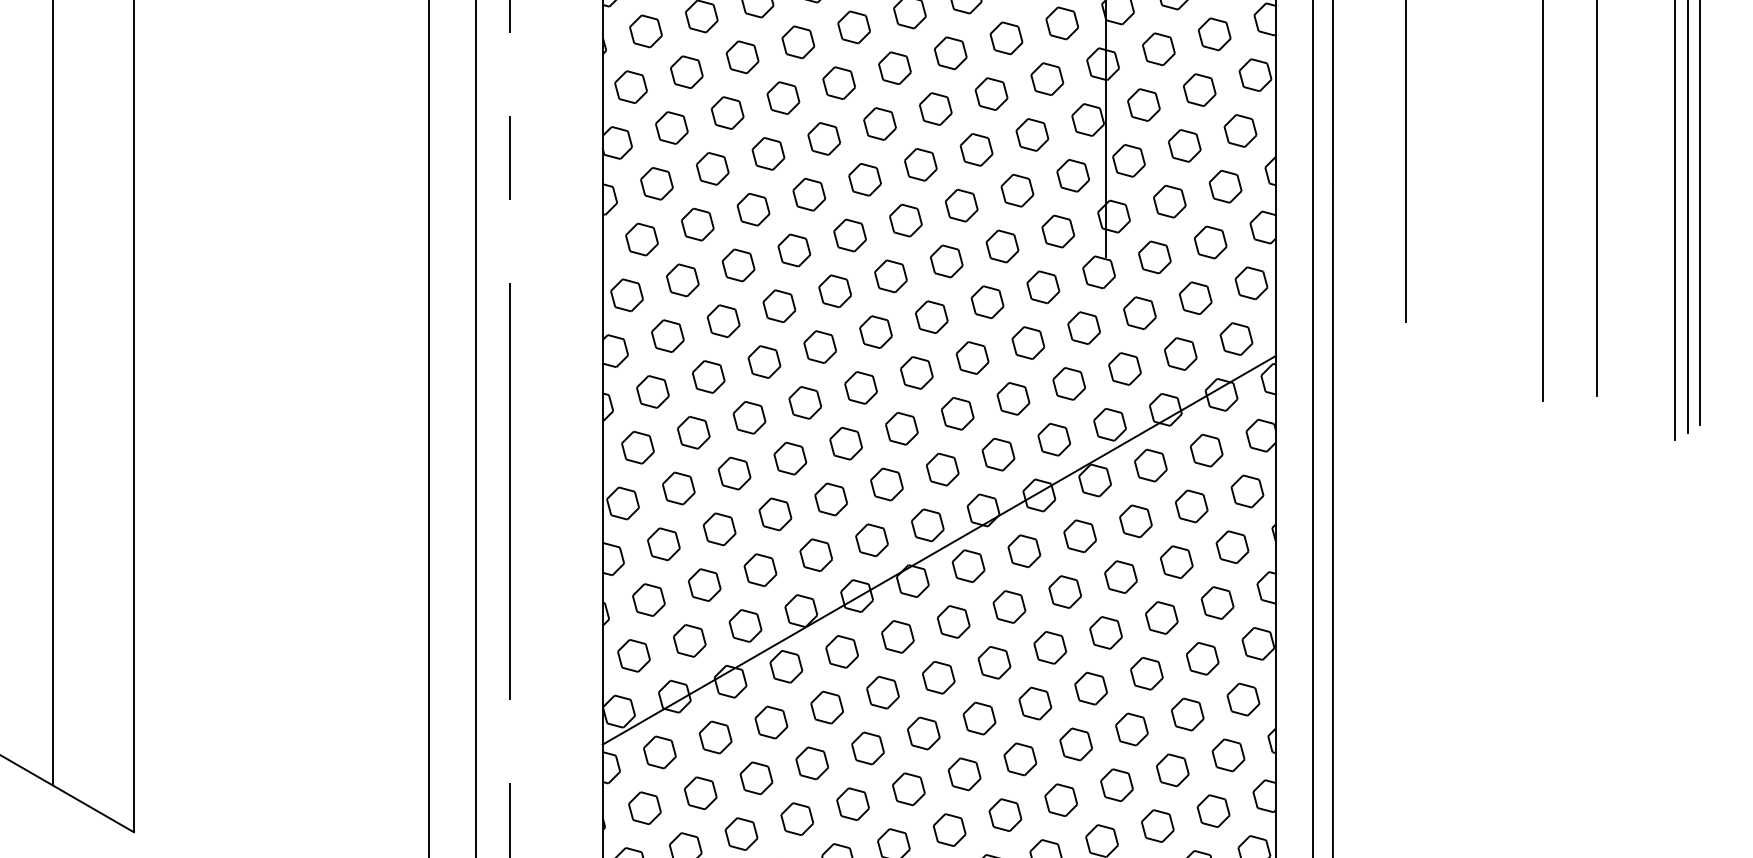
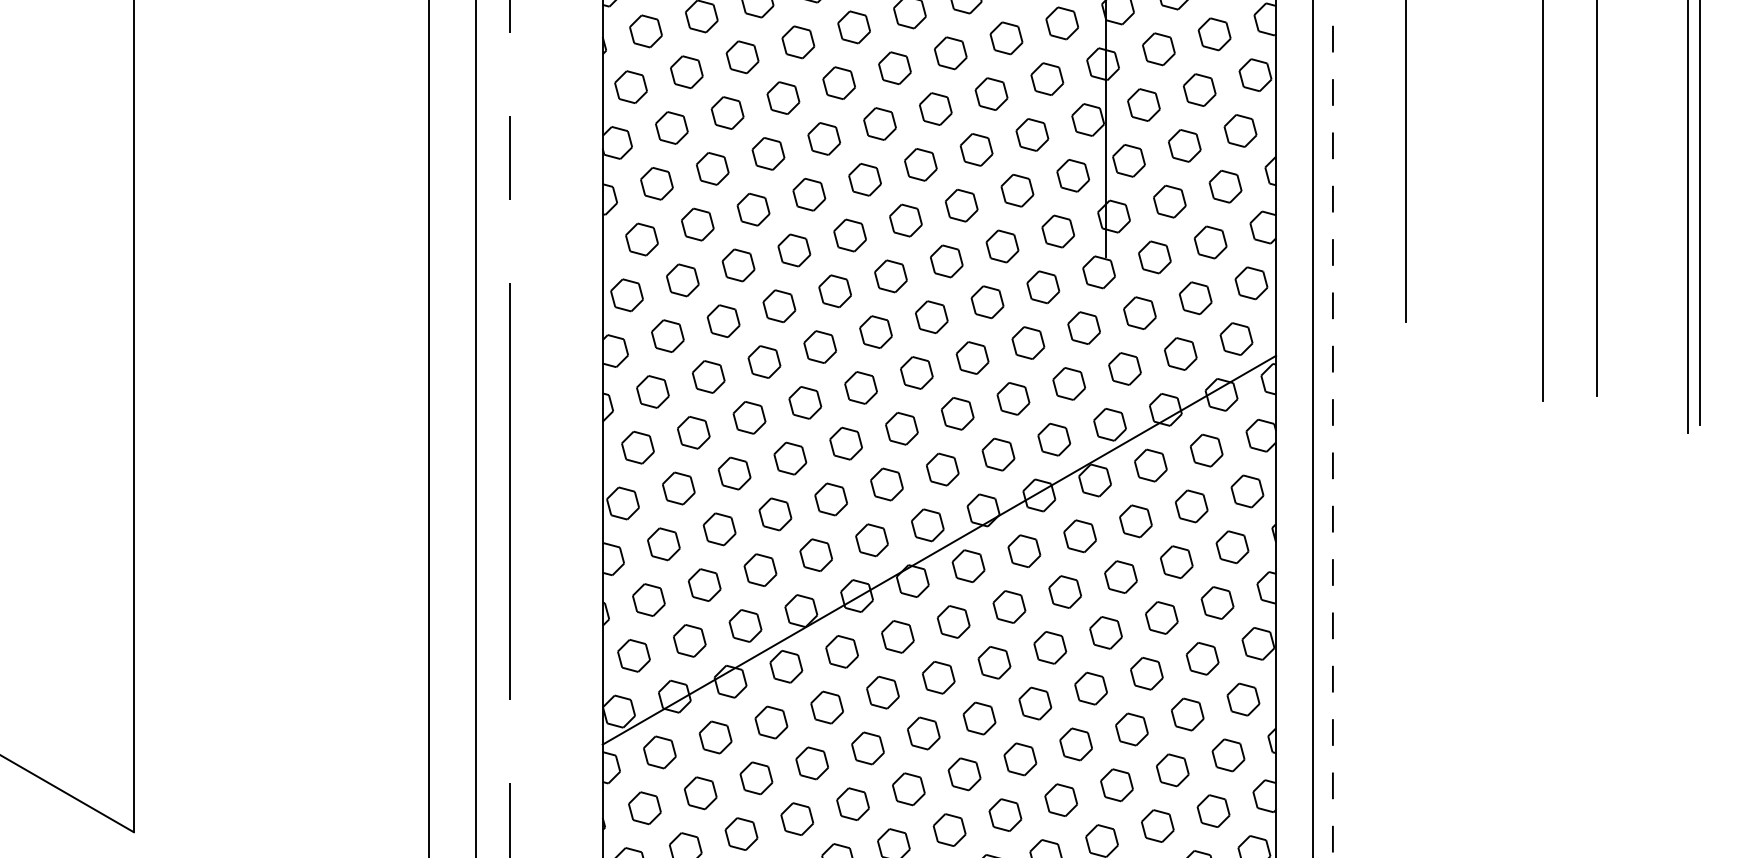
line at (1674, 221): present -> none
line at (52, 393): present -> none
line at (1332, 429): solid -> dashed
